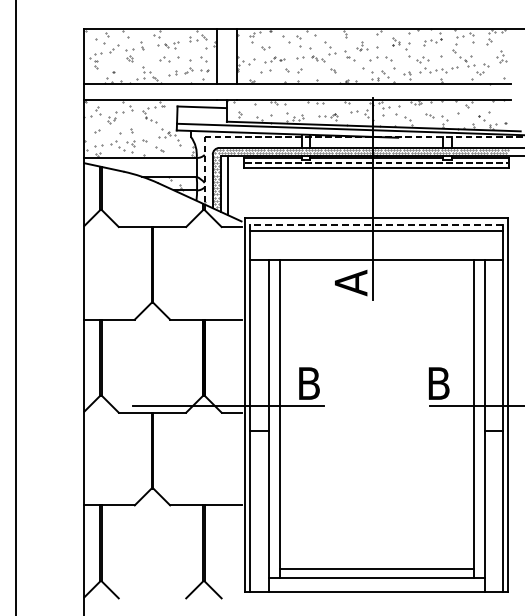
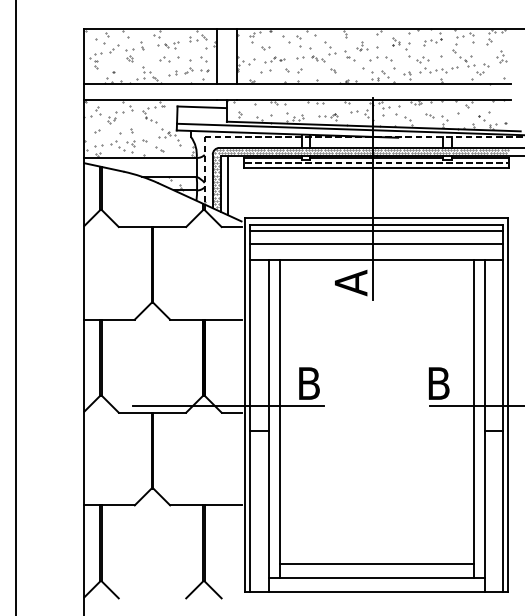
line at (376, 225): dashed -> solid
line at (376, 244): none -> present
line at (376, 568) position: (376, 568) -> (376, 563)
